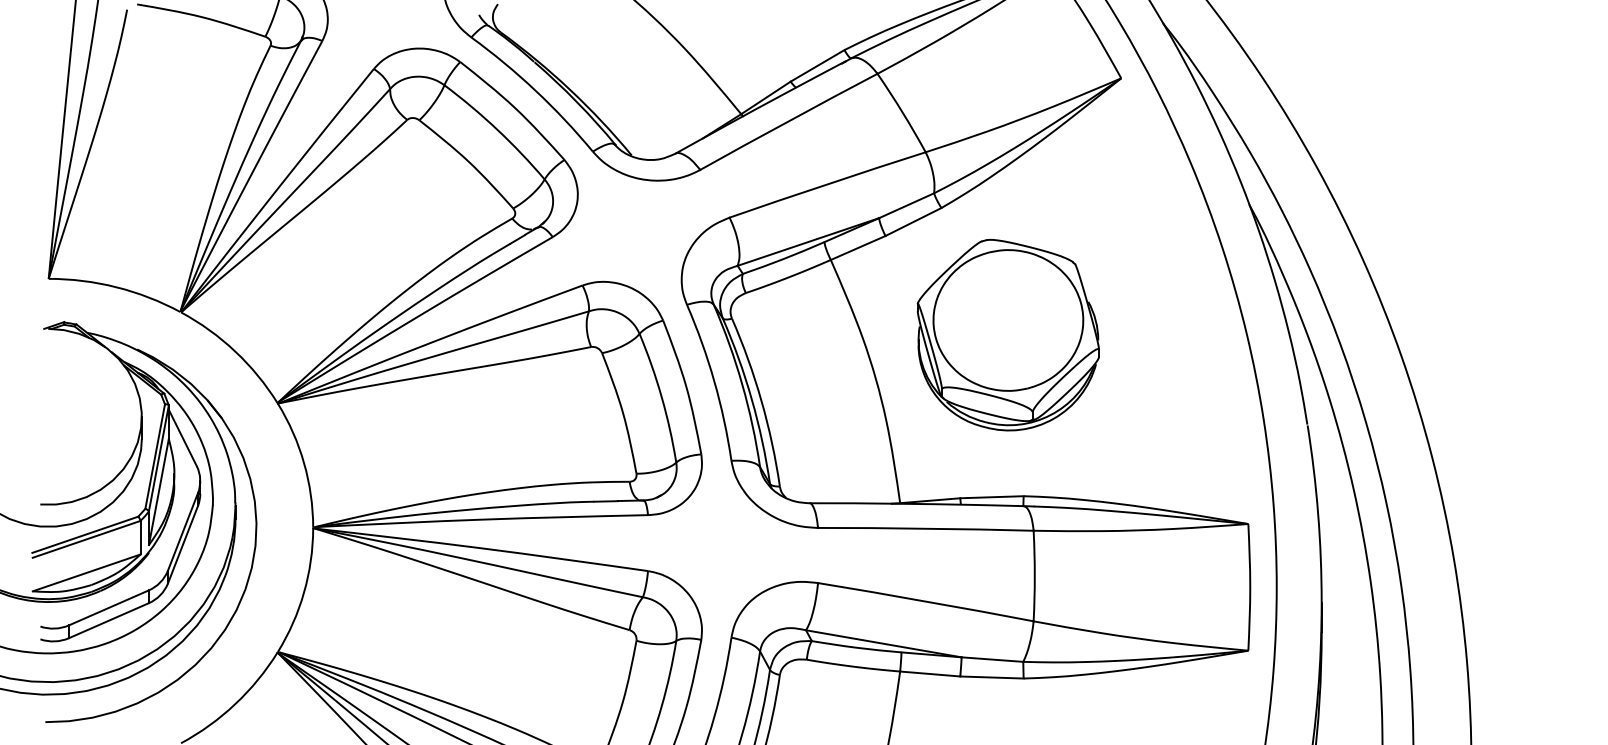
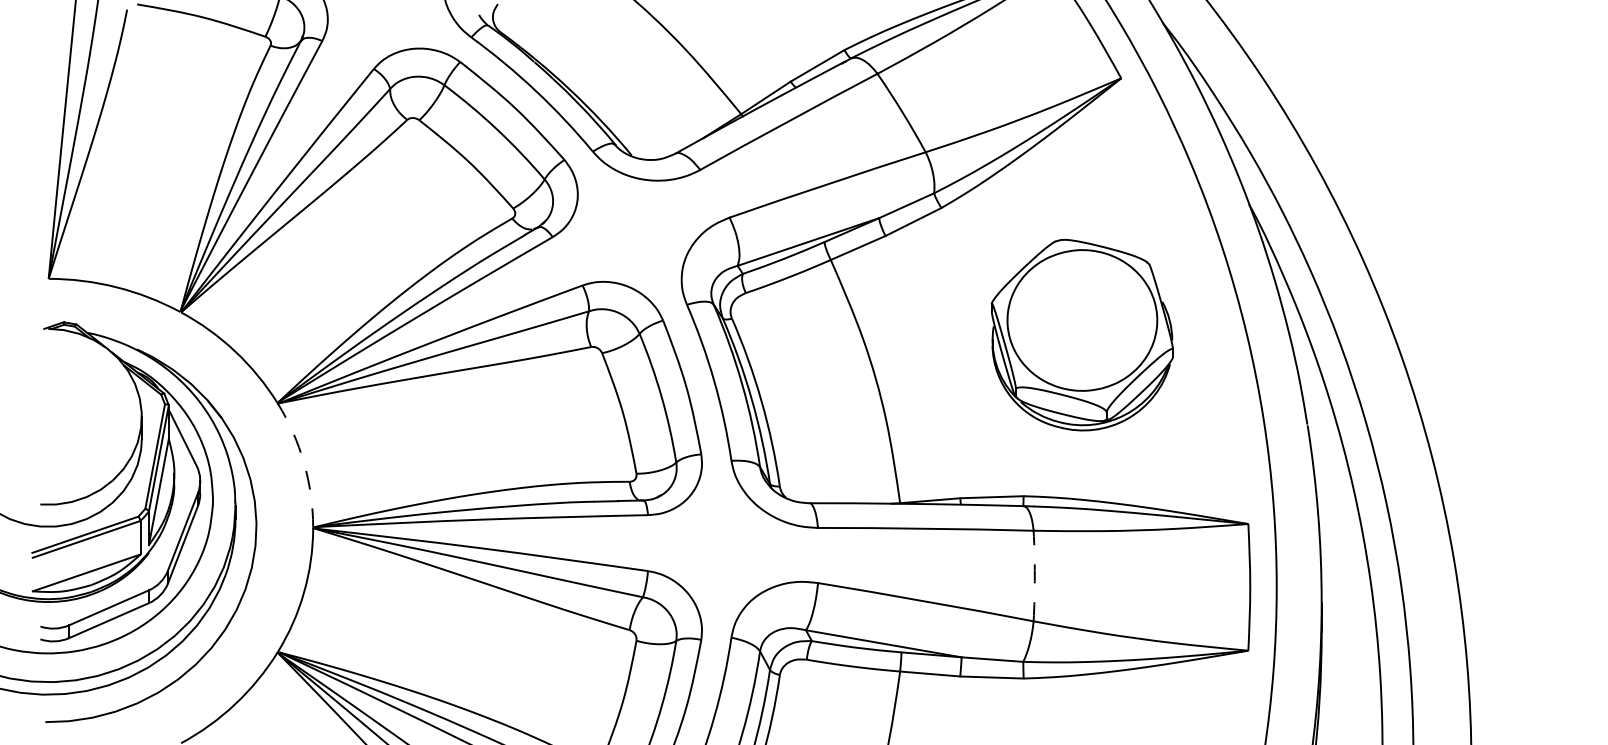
part at (1007, 335) position: (1007, 335) -> (1081, 335)
arc at (304, 463): solid -> dashed
arc at (1034, 576): solid -> dashed
